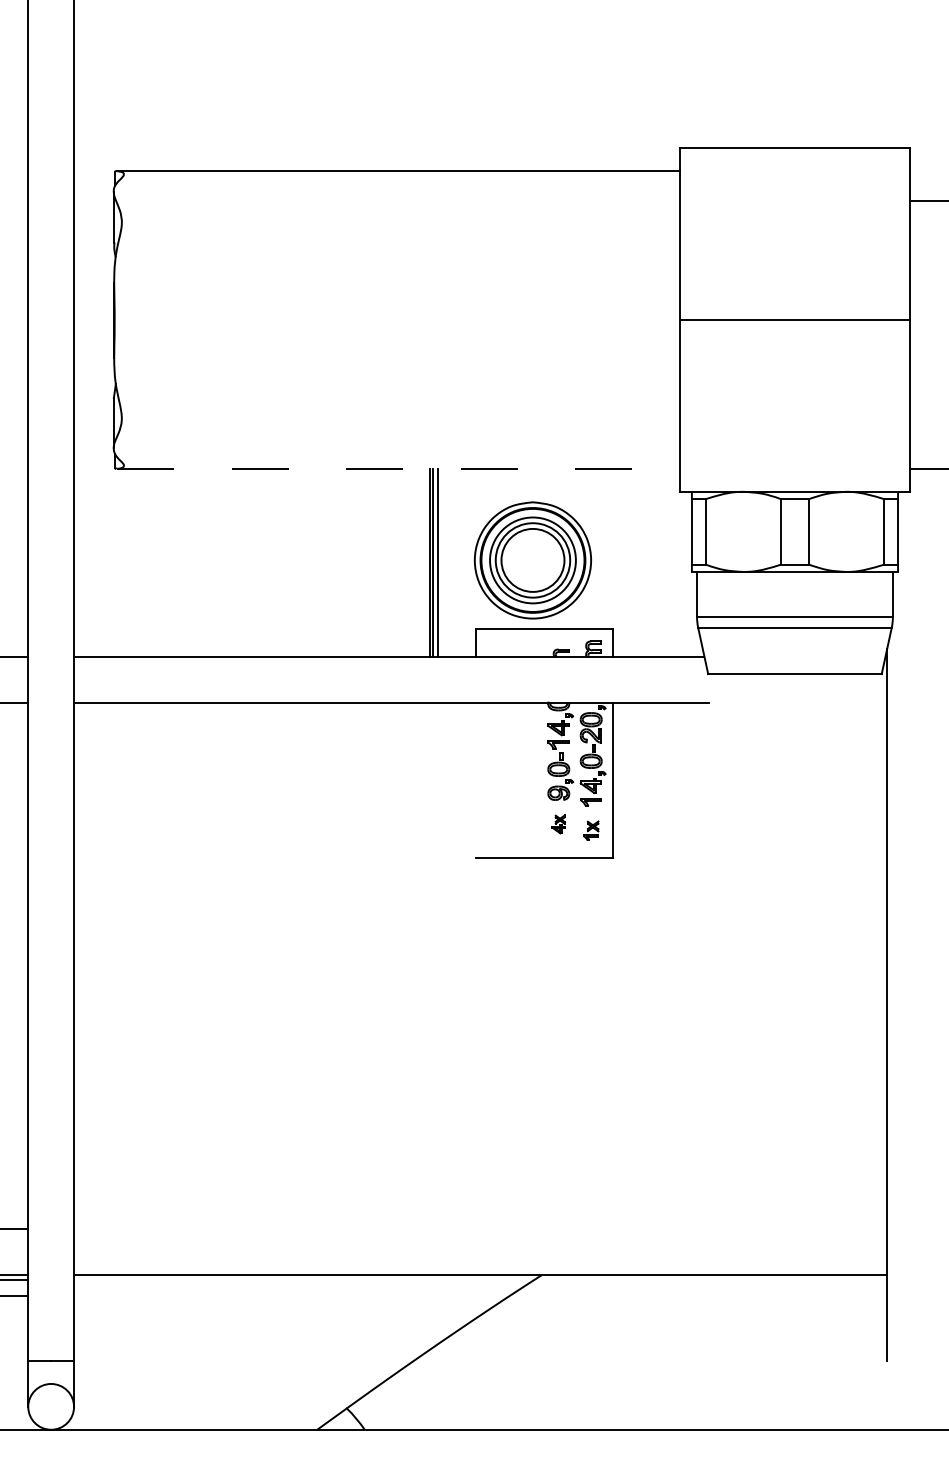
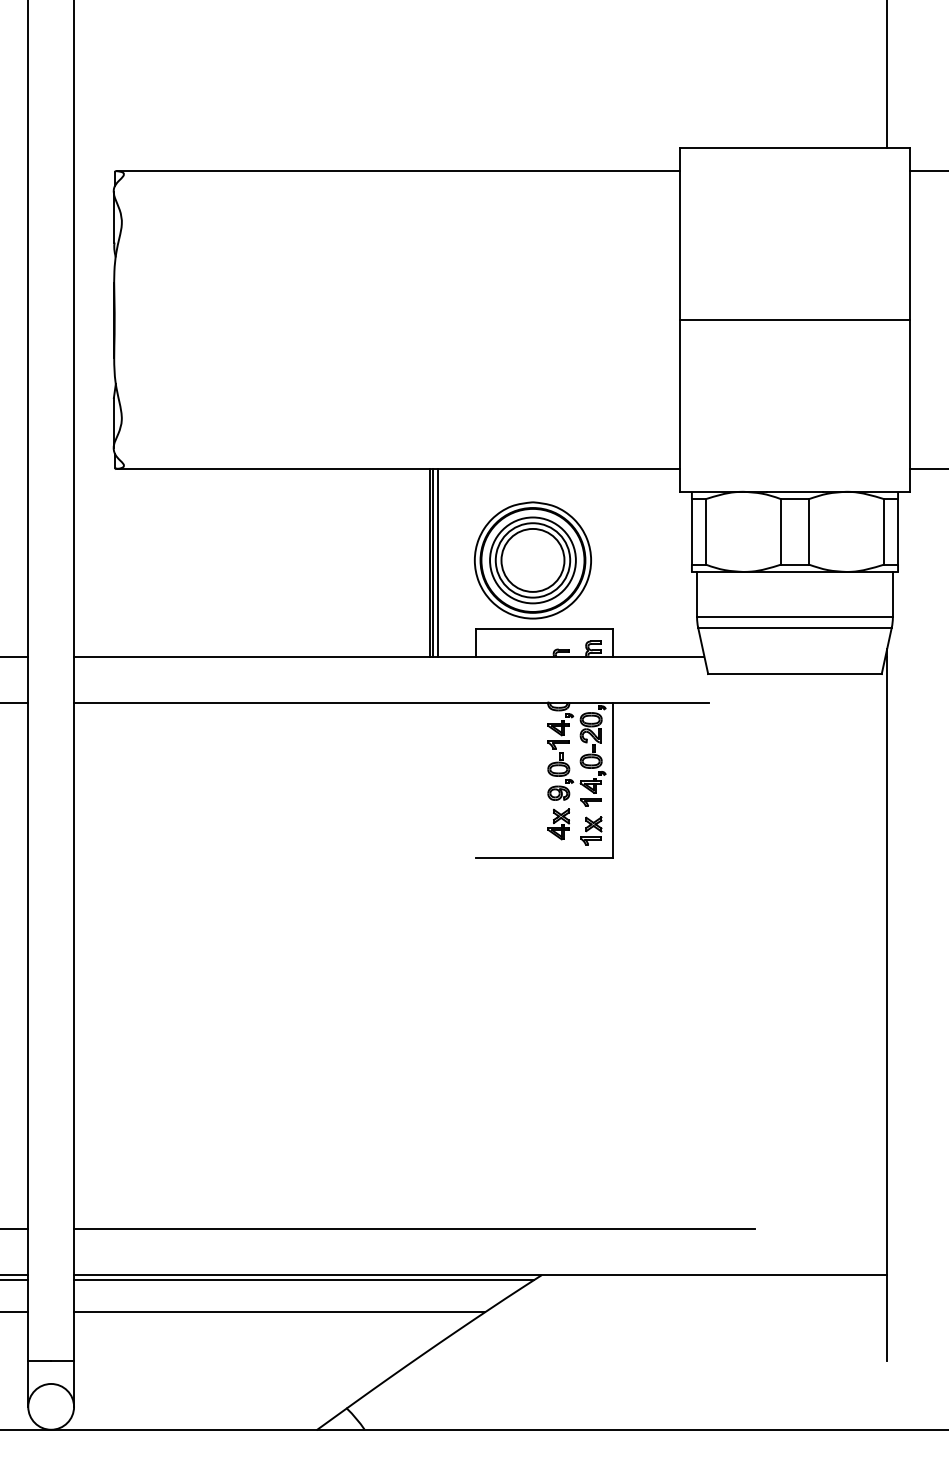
line at (887, 75): none -> present
line at (927, 201) position: (927, 201) -> (927, 171)
line at (398, 468): dashed -> solid
part at (558, 824) size: 15x21 px -> 23x33 px
part at (591, 830) size: 17x21 px -> 23x30 px
line at (414, 1229): none -> present
line at (304, 1279): none -> present
line at (15, 1296) position: (15, 1296) -> (15, 1312)
line at (279, 1312): none -> present
